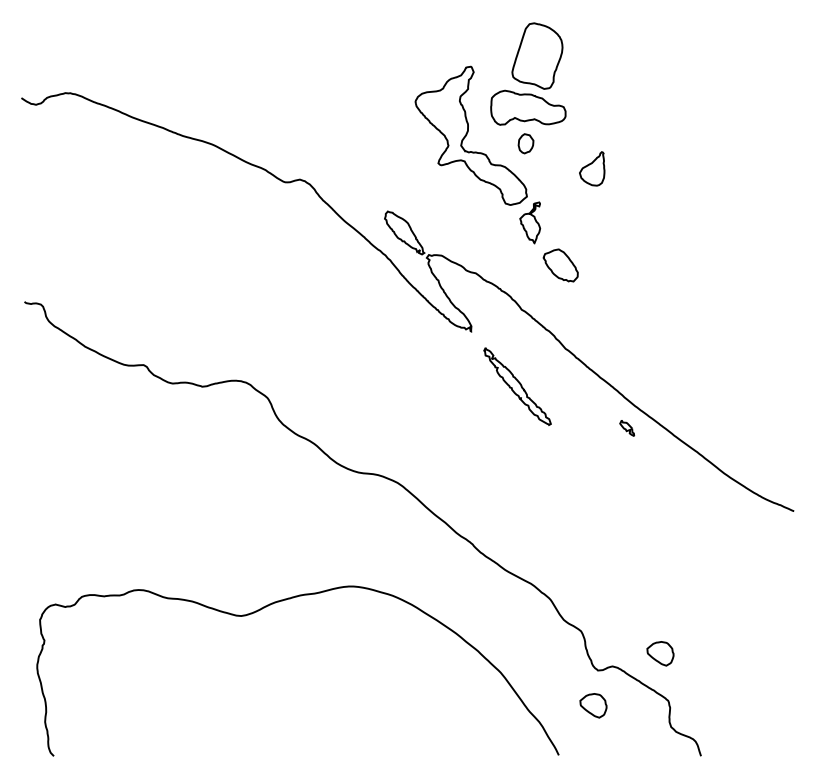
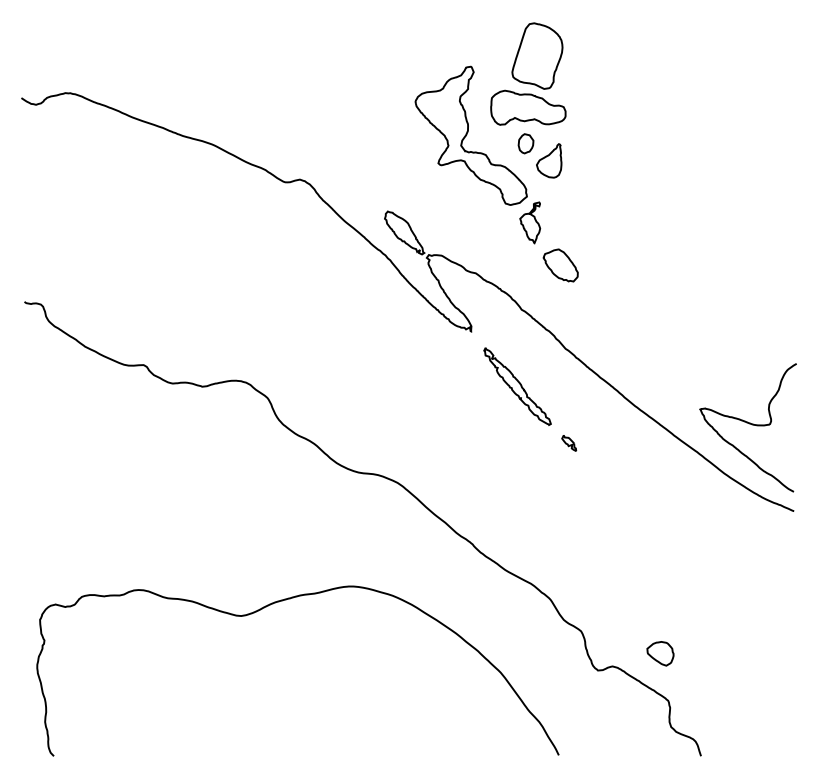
part at (592, 168) position: (592, 168) -> (549, 160)
curve at (749, 424): none -> present
part at (627, 428) position: (627, 428) -> (569, 443)
part at (593, 705): present -> none
